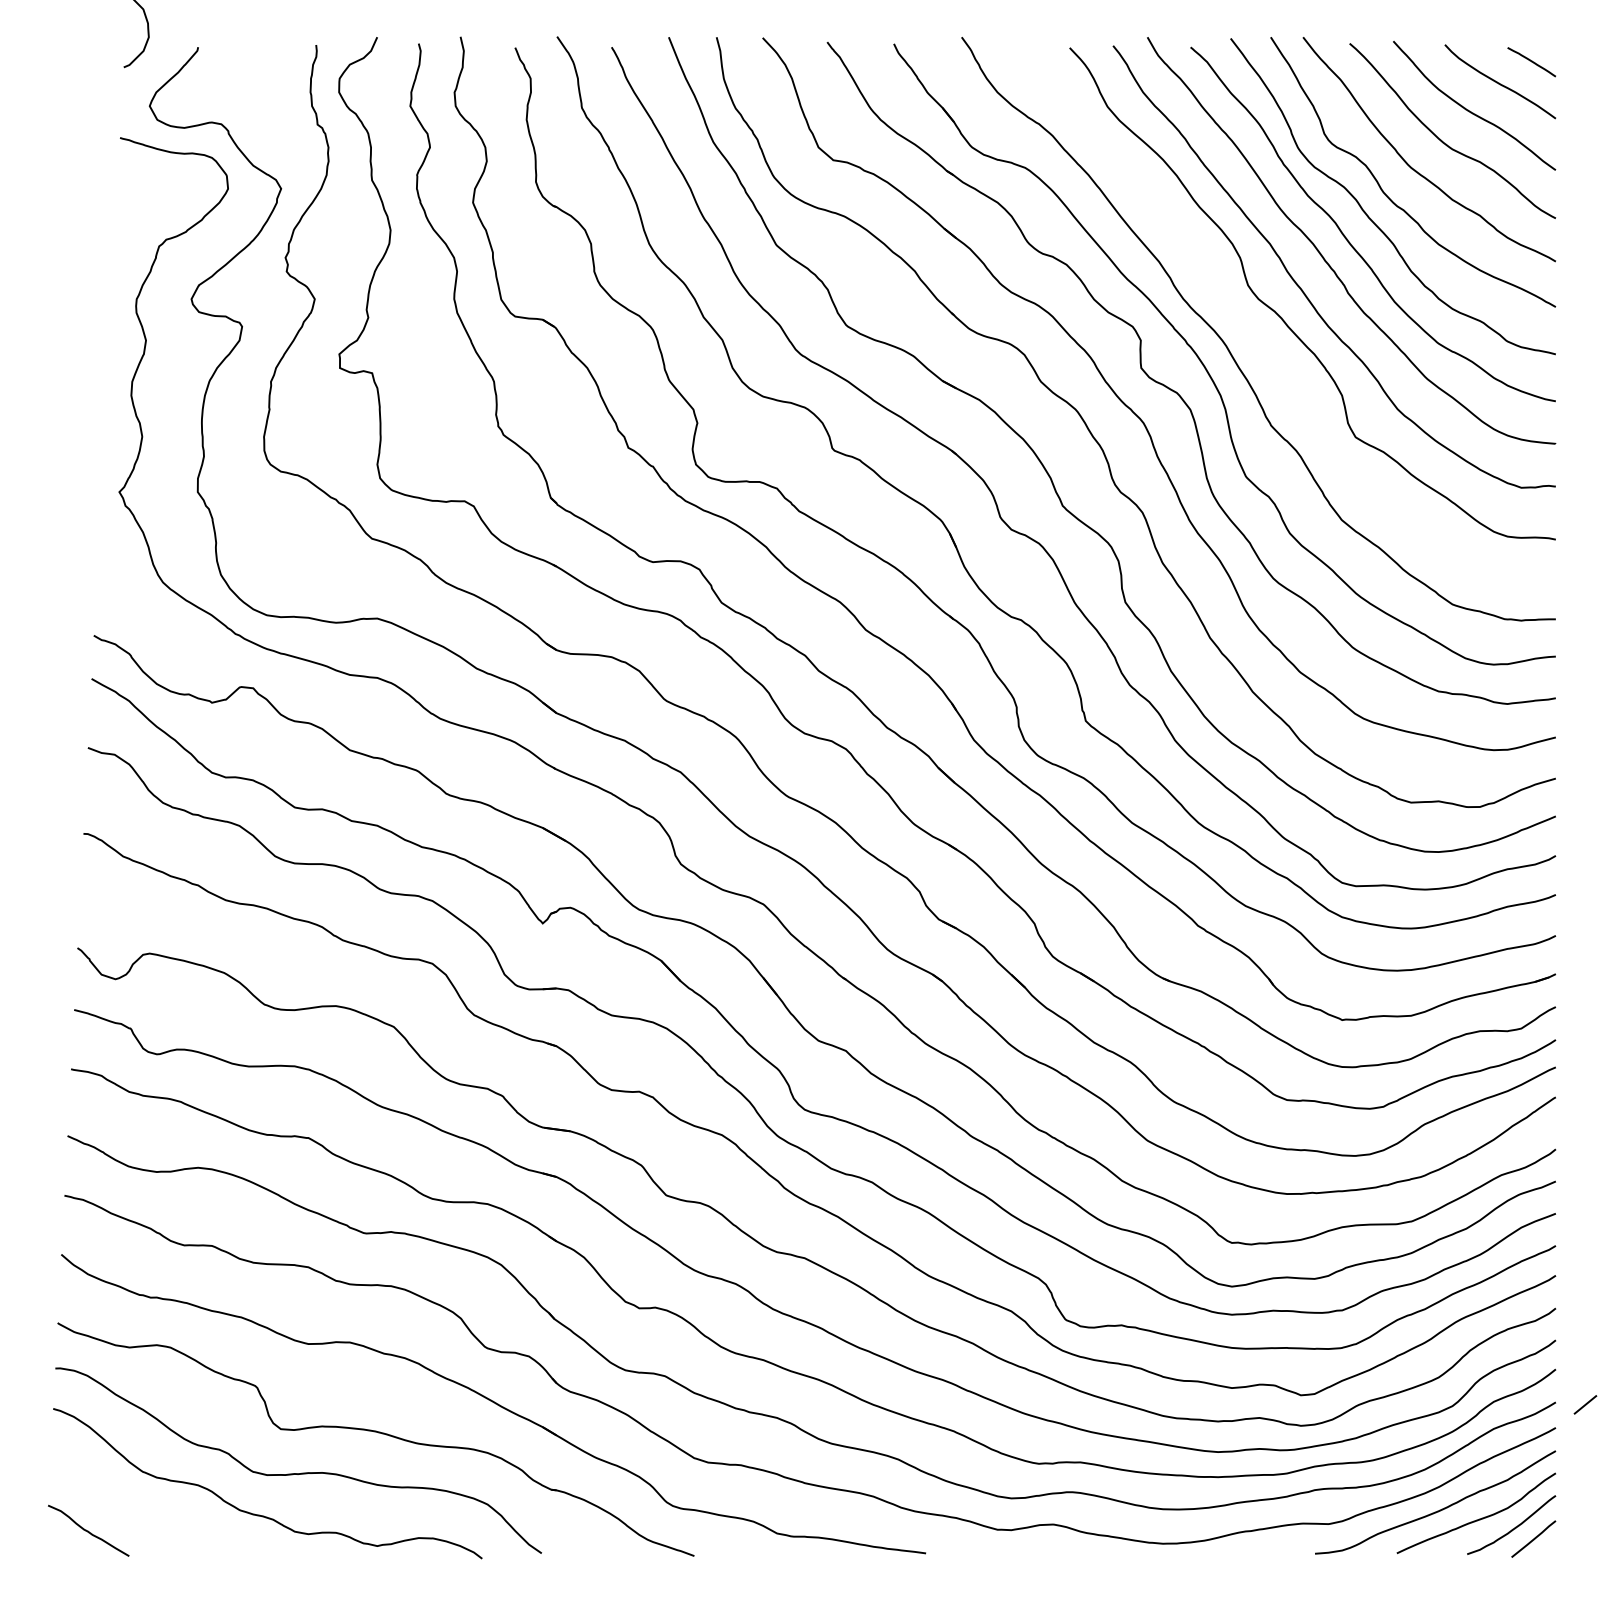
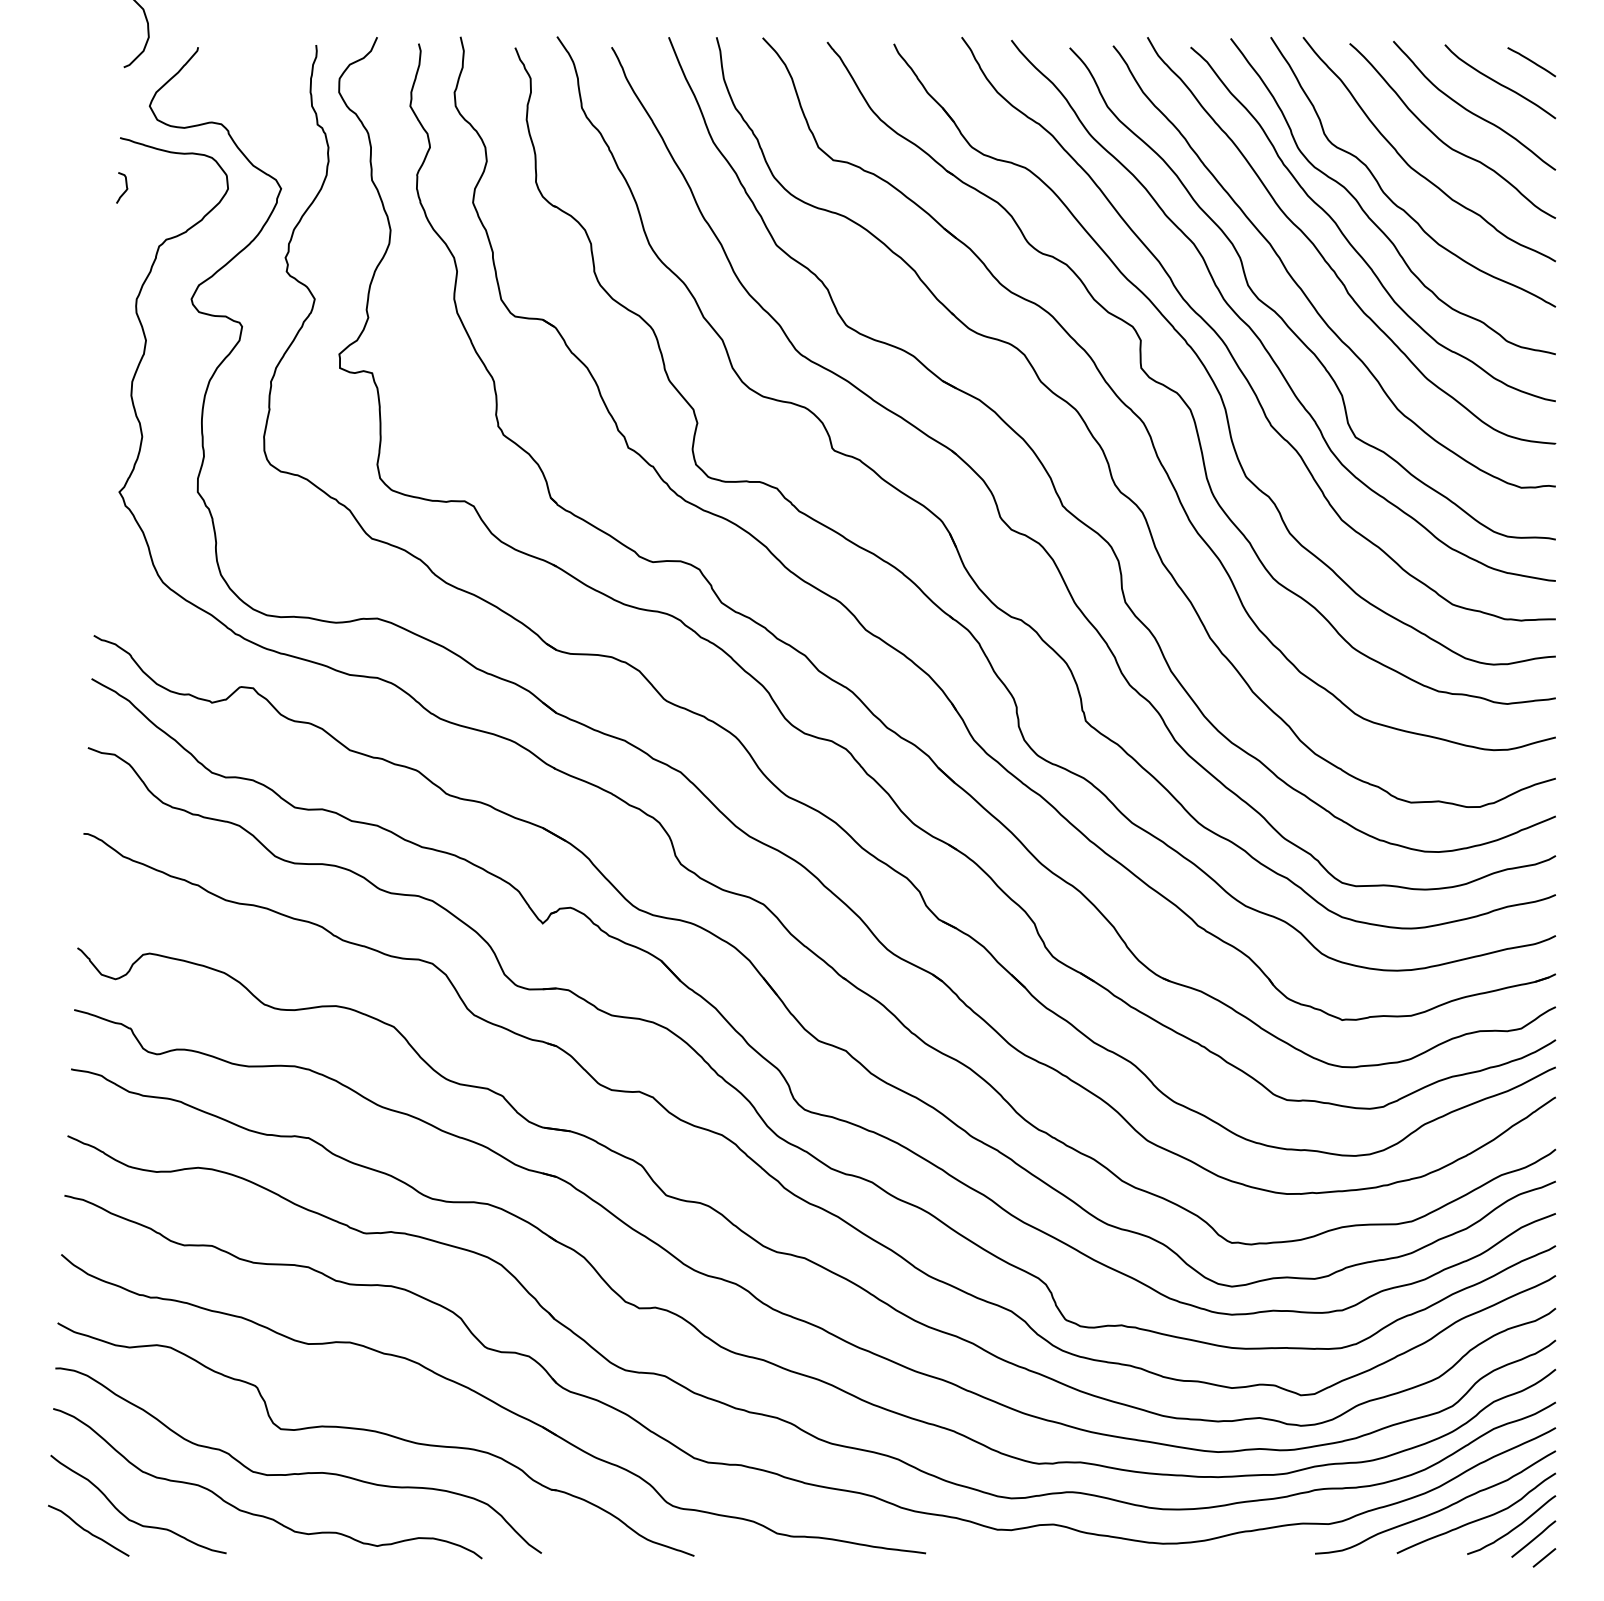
curve at (125, 185): none -> present
curve at (1254, 331): none -> present
line at (1585, 1404) position: (1585, 1404) -> (1544, 1557)
curve at (131, 1519): none -> present
